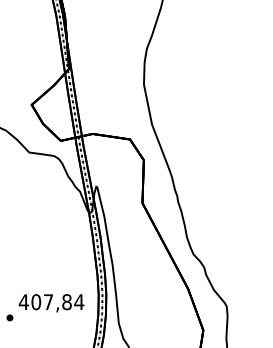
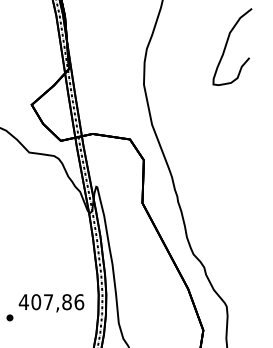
curve at (227, 44): none -> present
text at (79, 302): 407,84 -> 407,86
